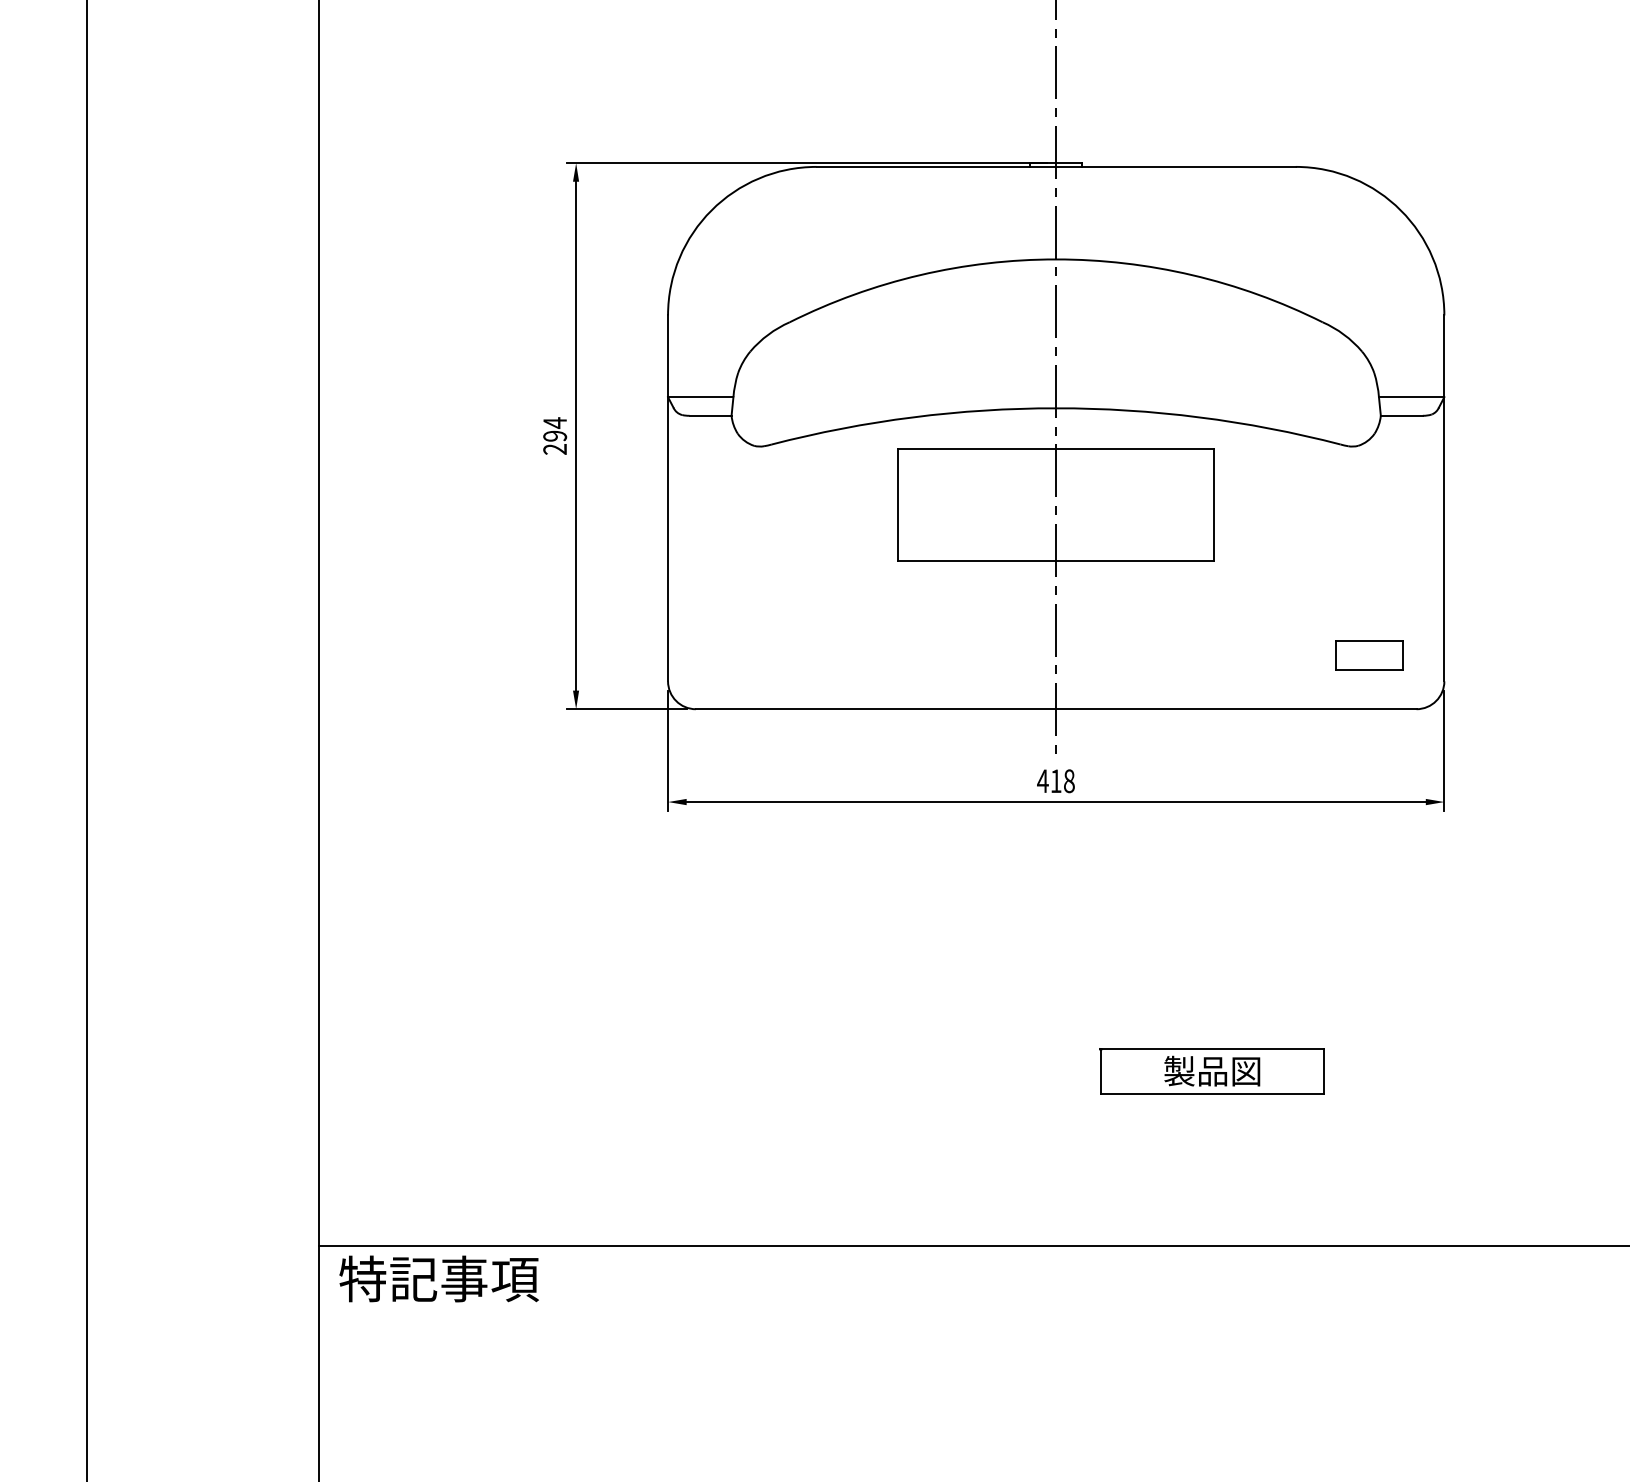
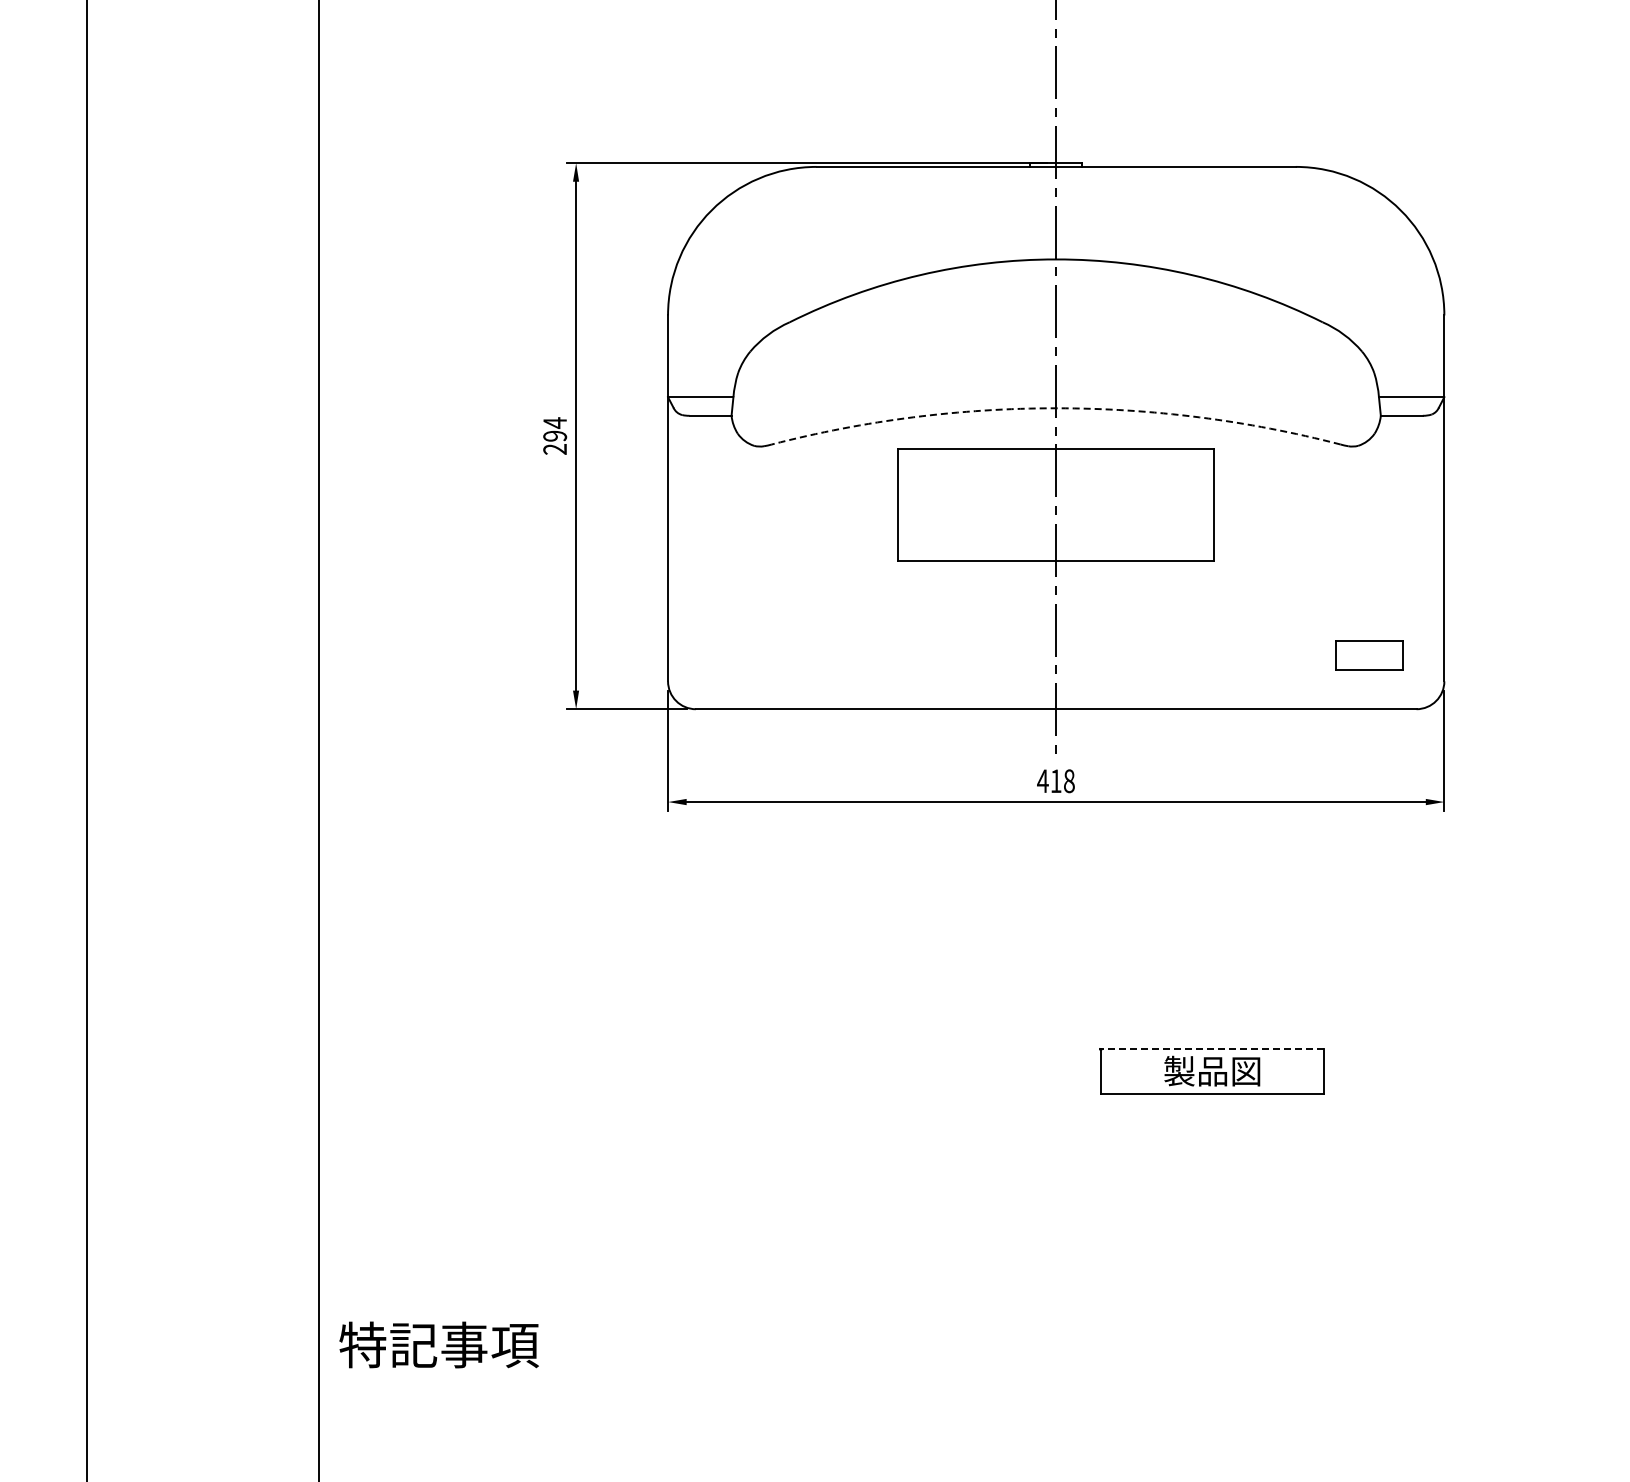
arc at (1056, 408): solid -> dashed
line at (1212, 1049): solid -> dashed
line at (972, 1245): present -> none
text at (438, 1278) position: (438, 1278) -> (438, 1344)
